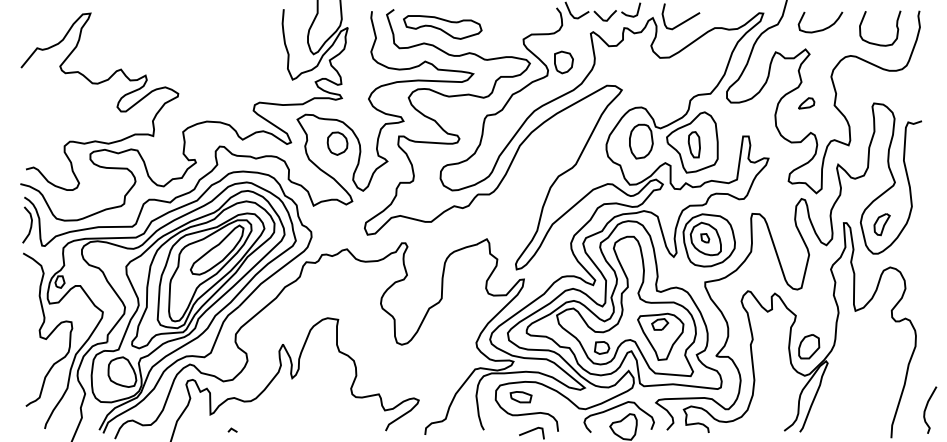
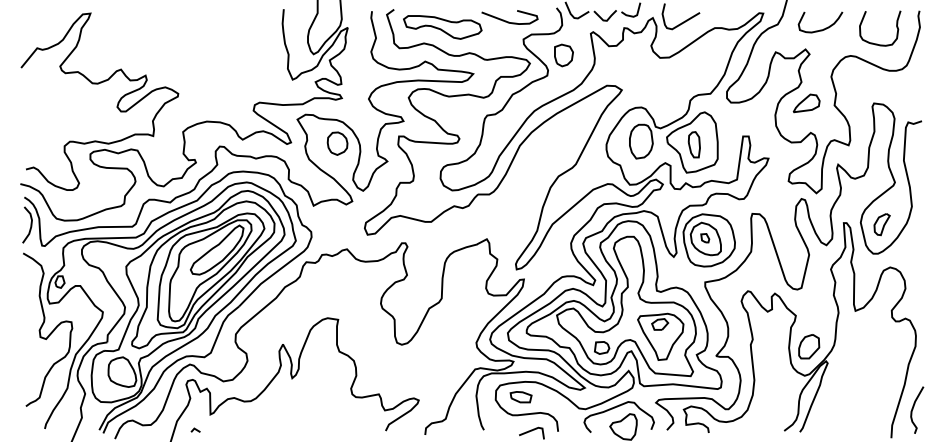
curve at (509, 21): none -> present
part at (563, 62) position: (563, 62) -> (563, 55)
part at (806, 103) size: 18x13 px -> 29x21 px
curve at (926, 409) position: (926, 409) -> (913, 409)
line at (232, 429) position: (232, 429) -> (195, 429)
